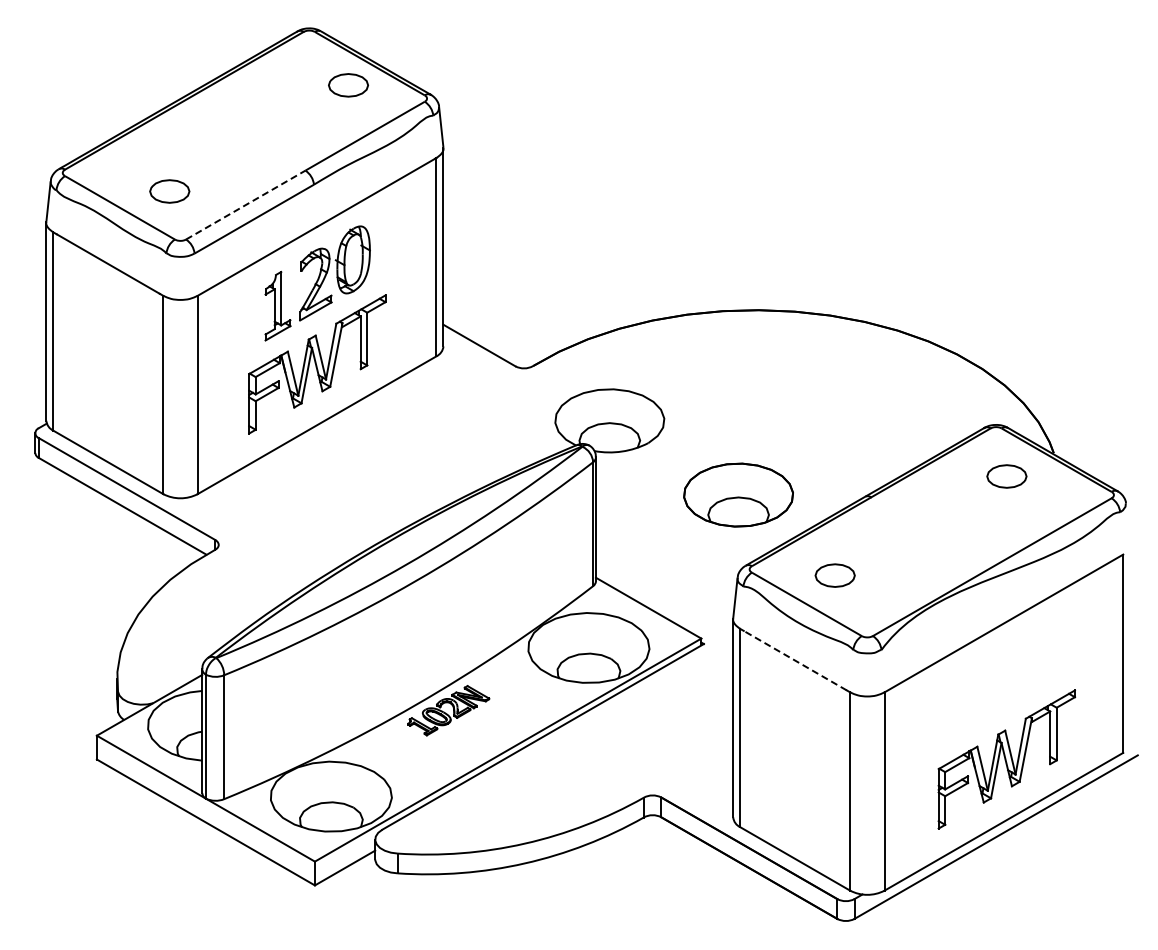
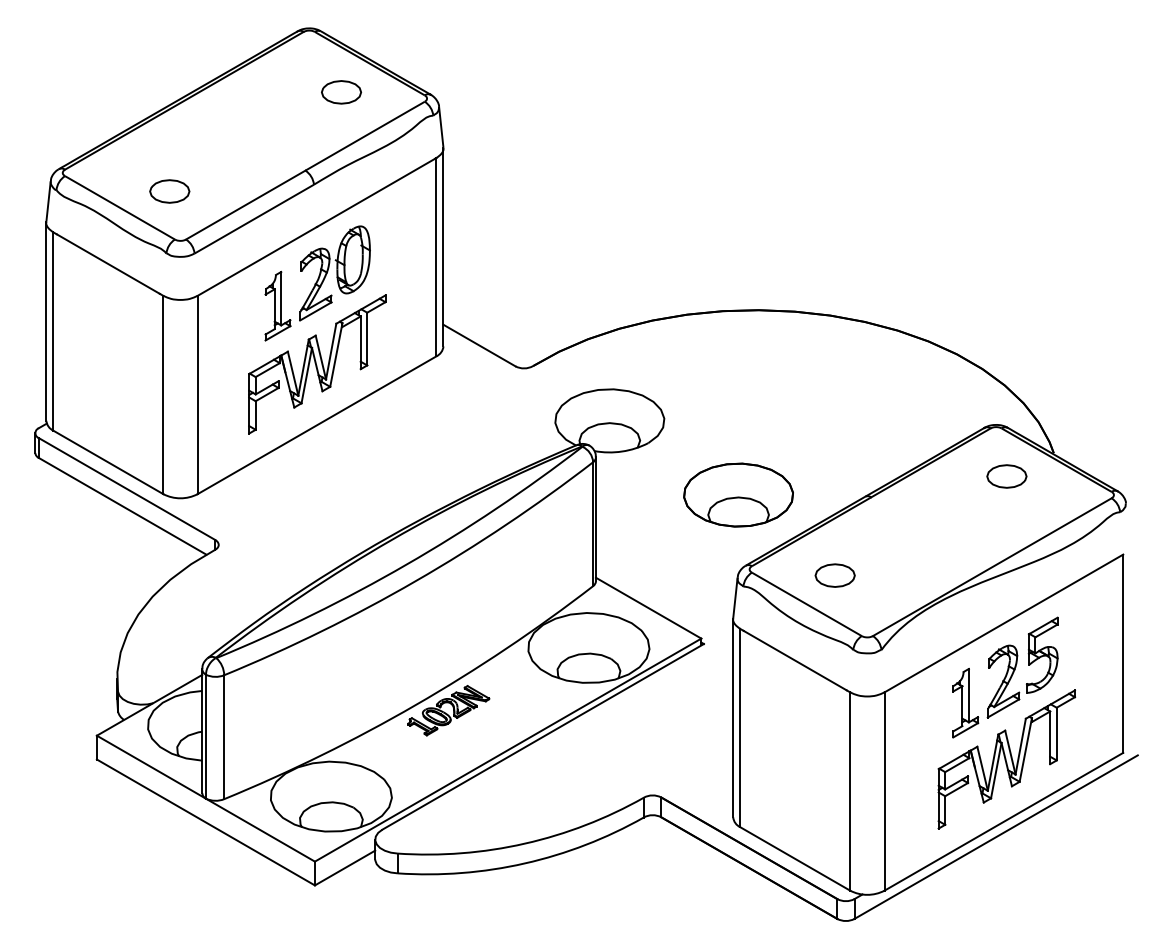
part at (348, 85) position: (348, 85) -> (341, 92)
line at (245, 205): dashed -> solid
line at (794, 660): dashed -> solid
part at (1005, 677): none -> present
